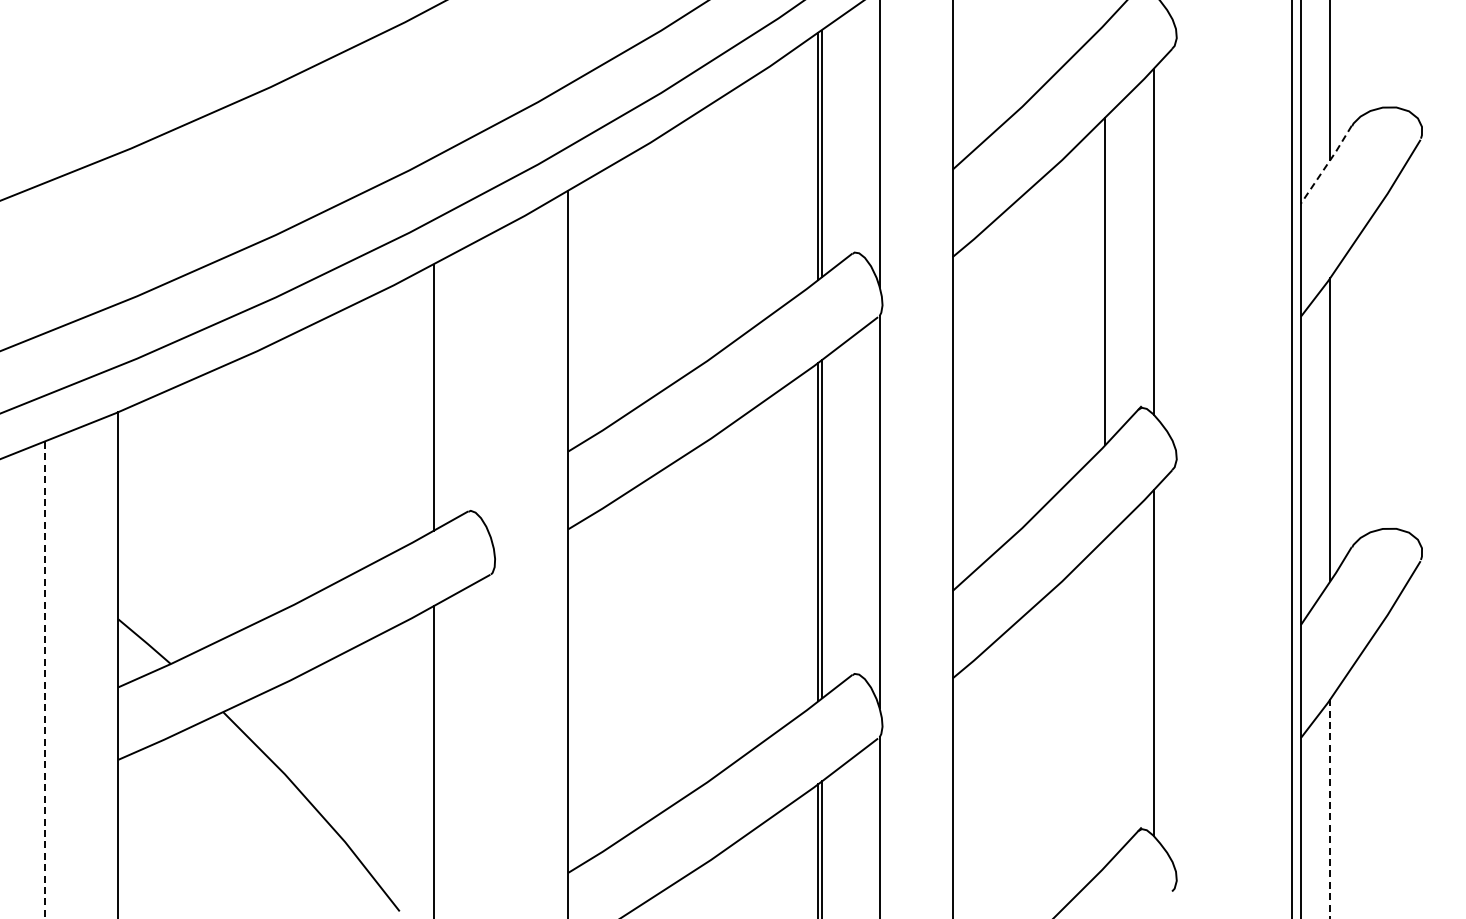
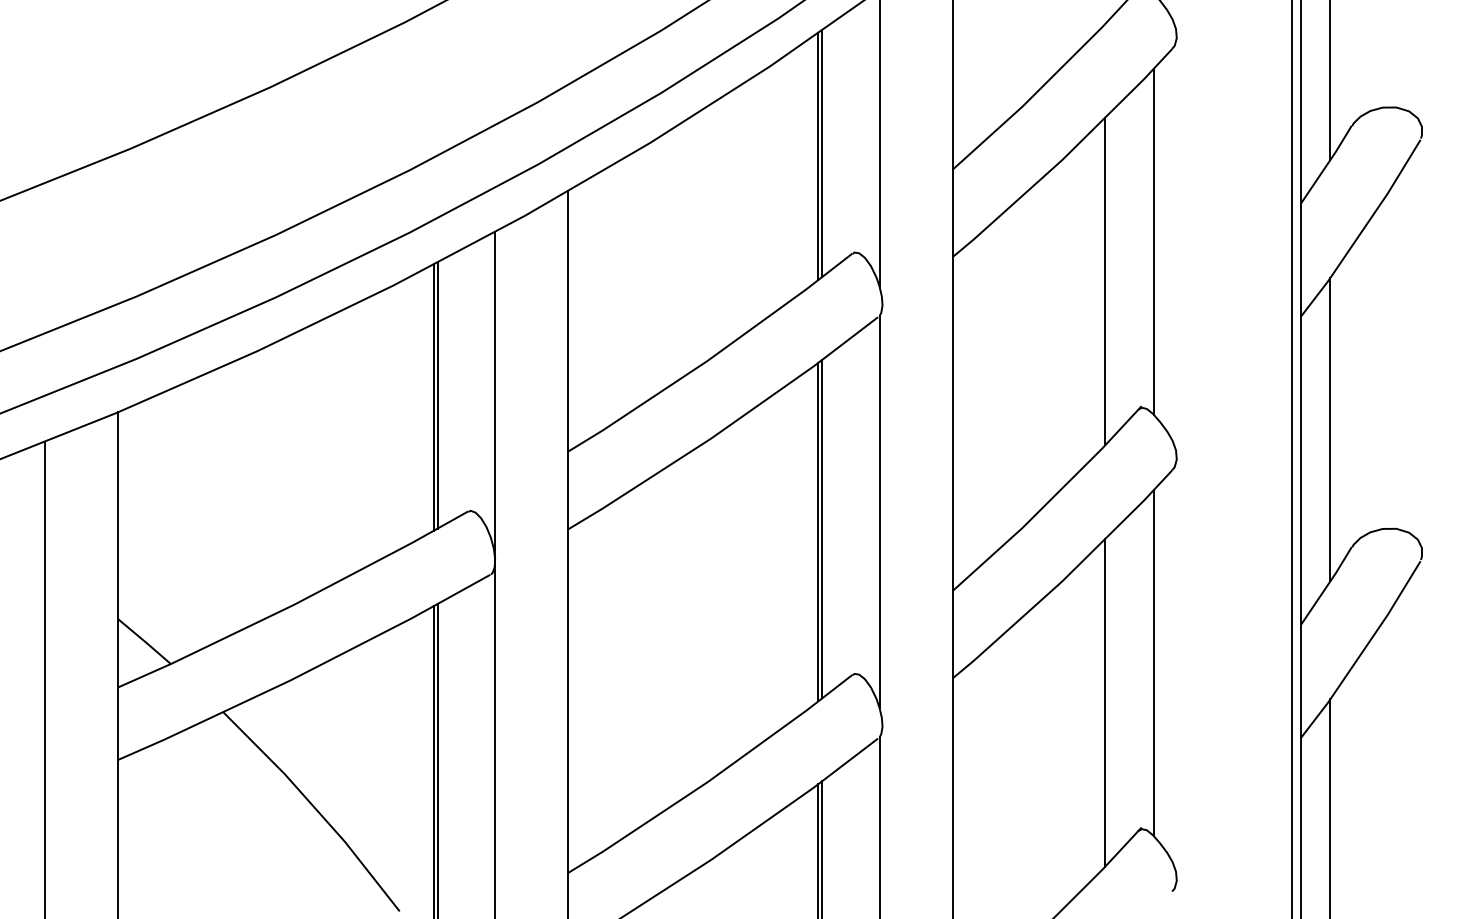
line at (1327, 164): dashed -> solid
line at (437, 395): none -> present
line at (495, 573): none -> present
line at (45, 680): dashed -> solid
line at (1105, 702): none -> present
line at (437, 759): none -> present
line at (1330, 809): dashed -> solid
